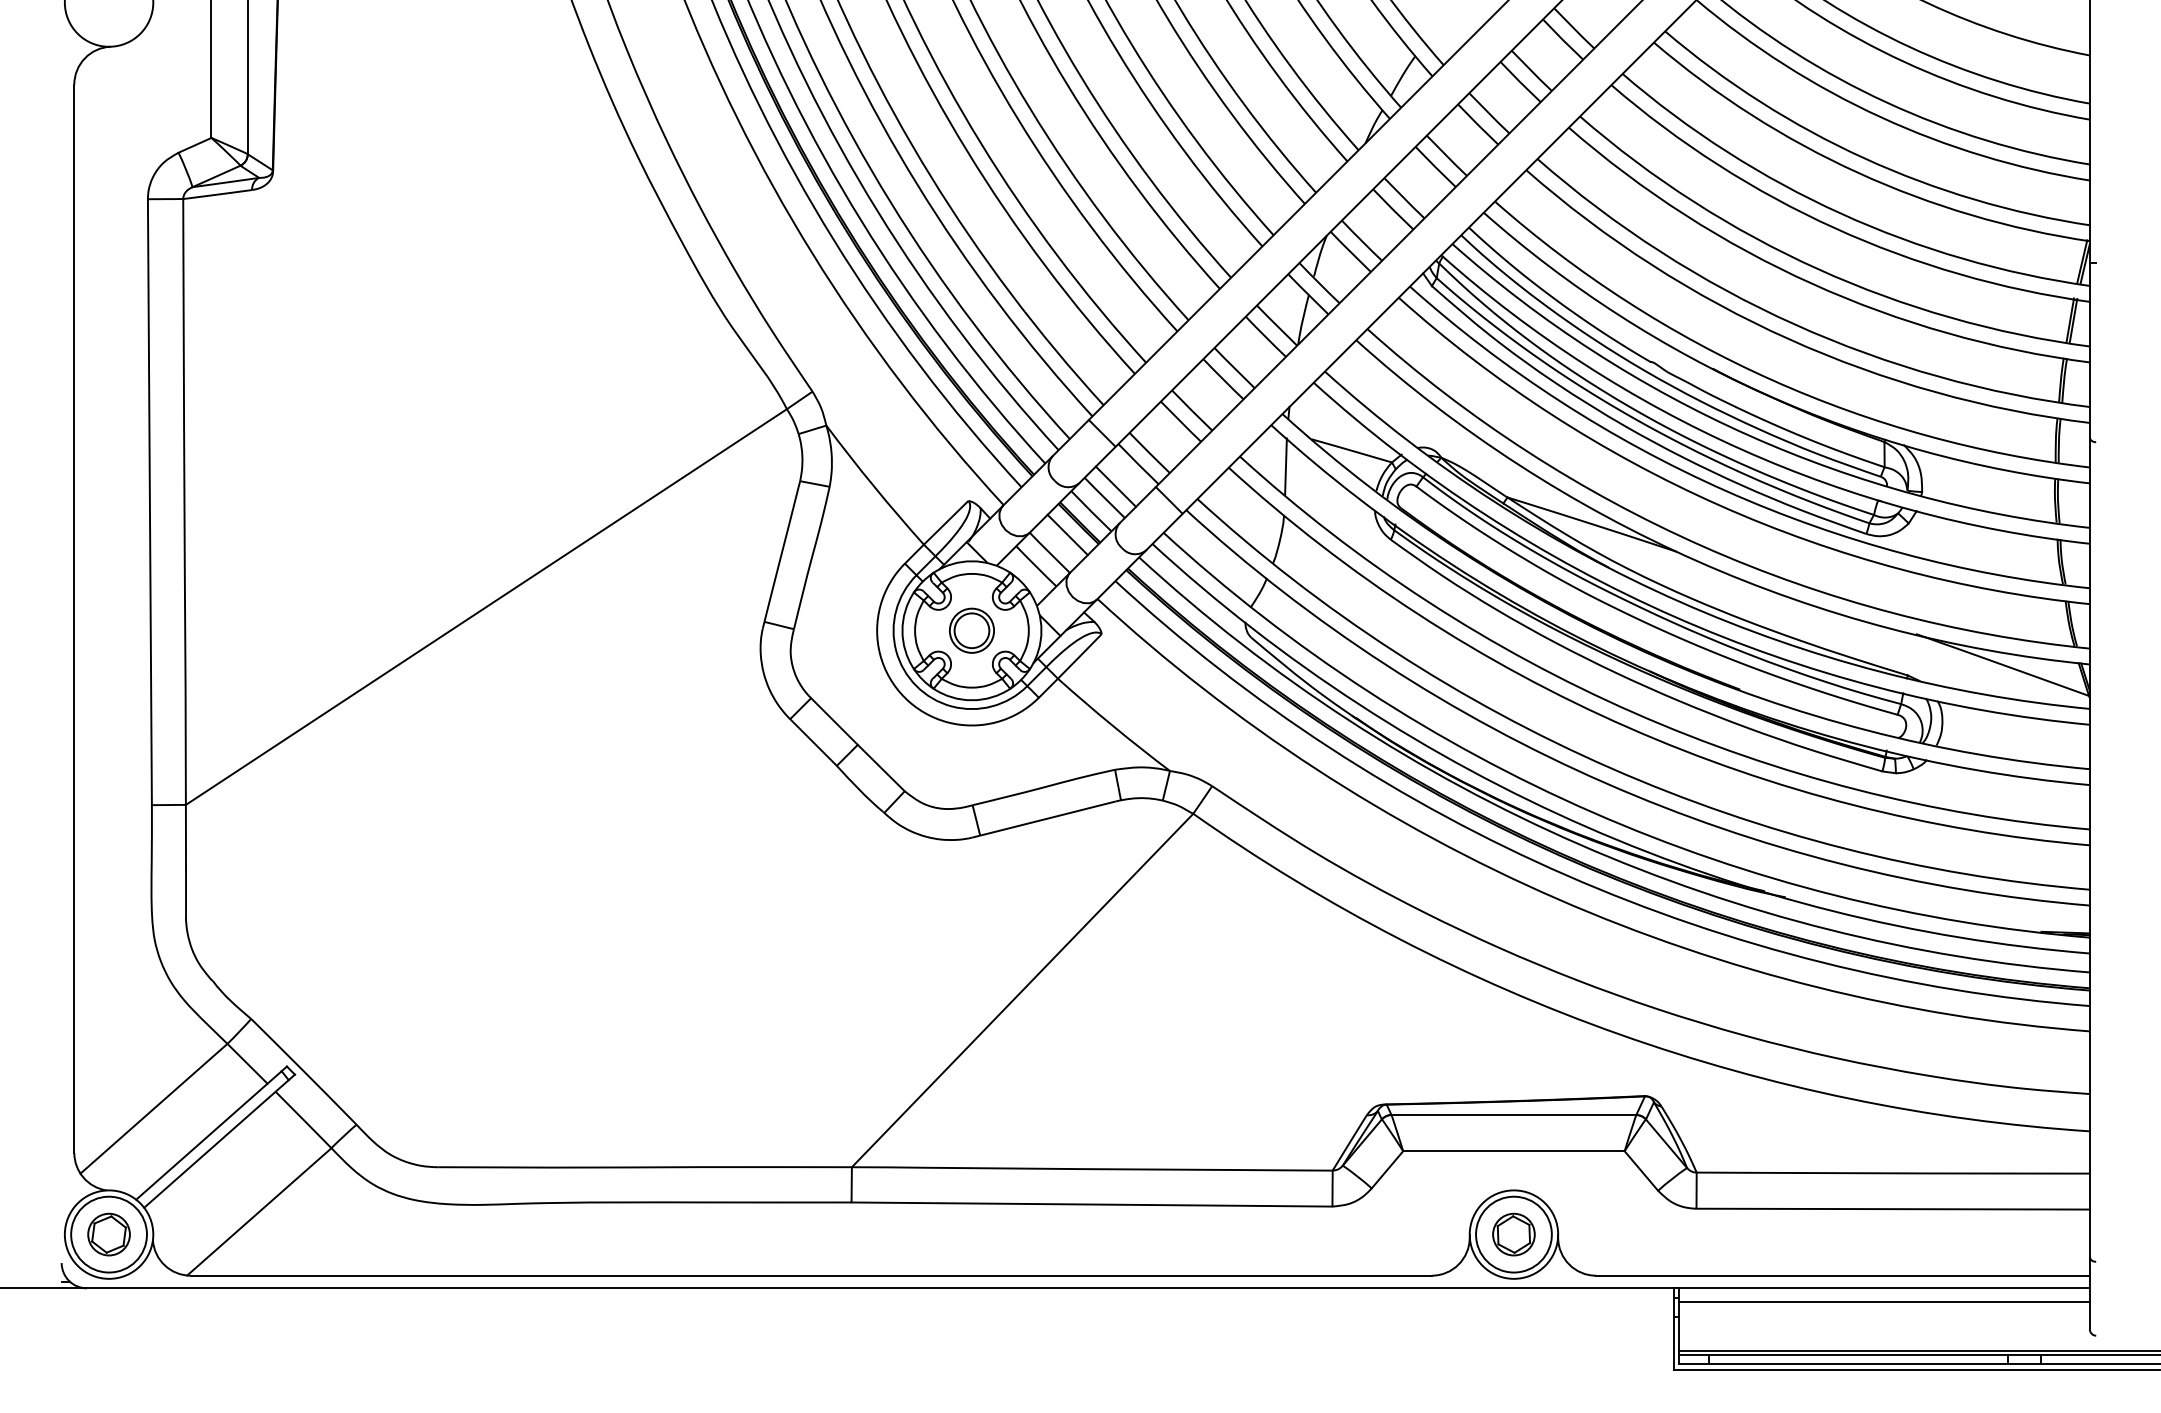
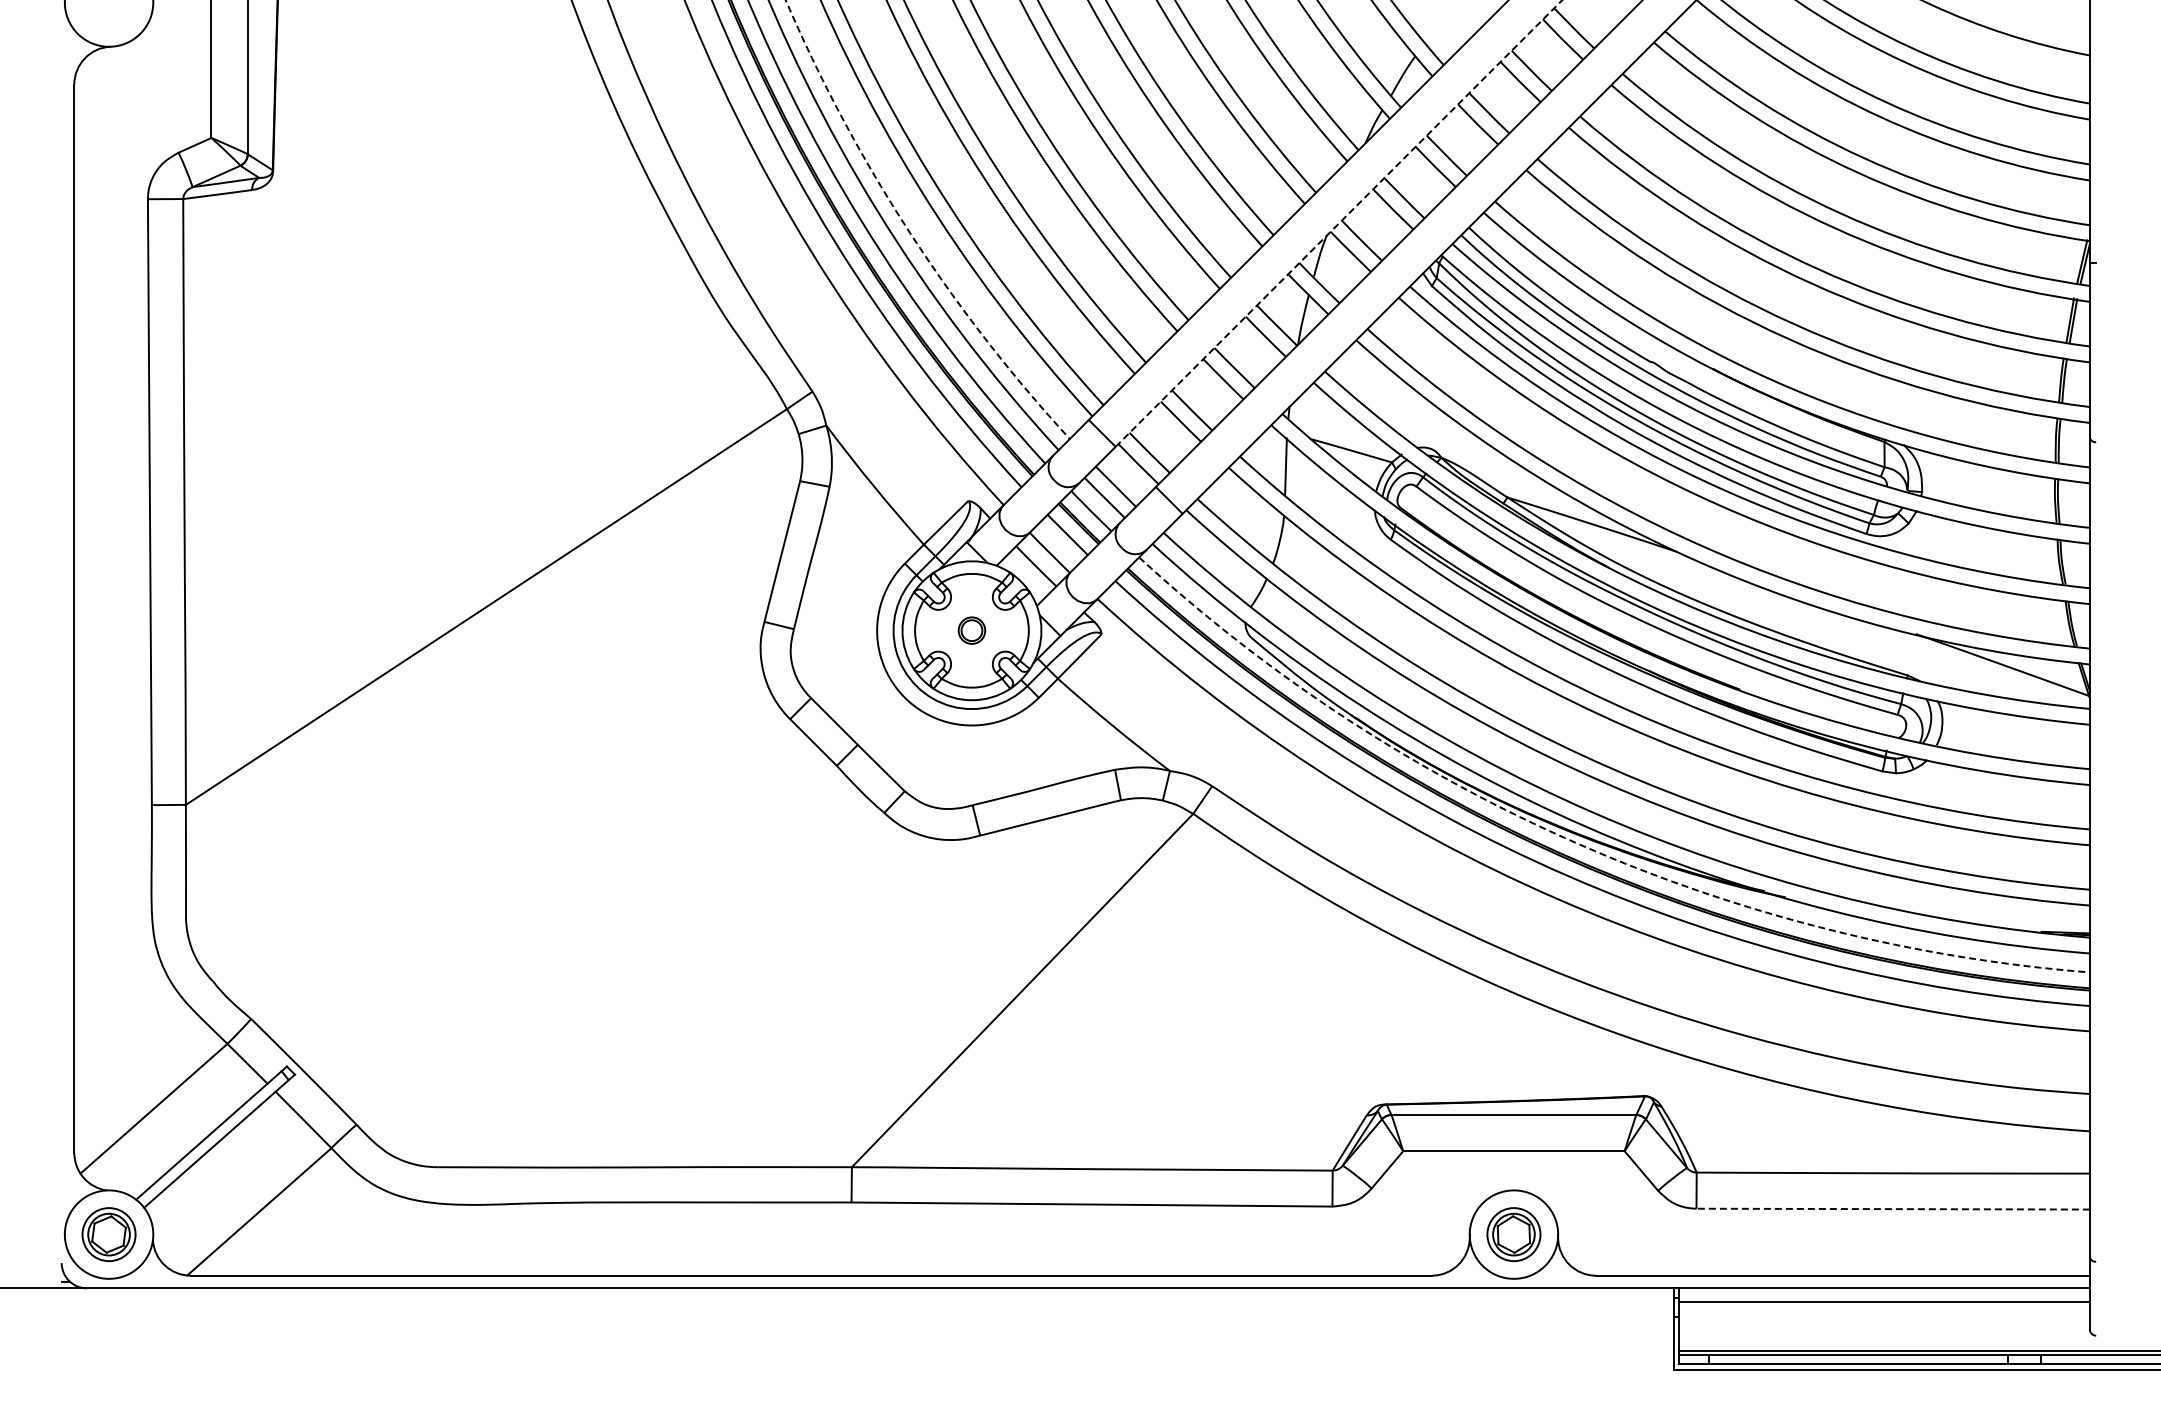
line at (1339, 223): solid -> dashed
arc at (909, 231): solid -> dashed
part at (971, 630) size: 46x47 px -> 30x29 px
arc at (1579, 844): solid -> dashed
line at (1893, 1209): solid -> dashed
circle at (108, 1234) diameter: 76 px -> 53 px
circle at (1513, 1234) diameter: 76 px -> 53 px
